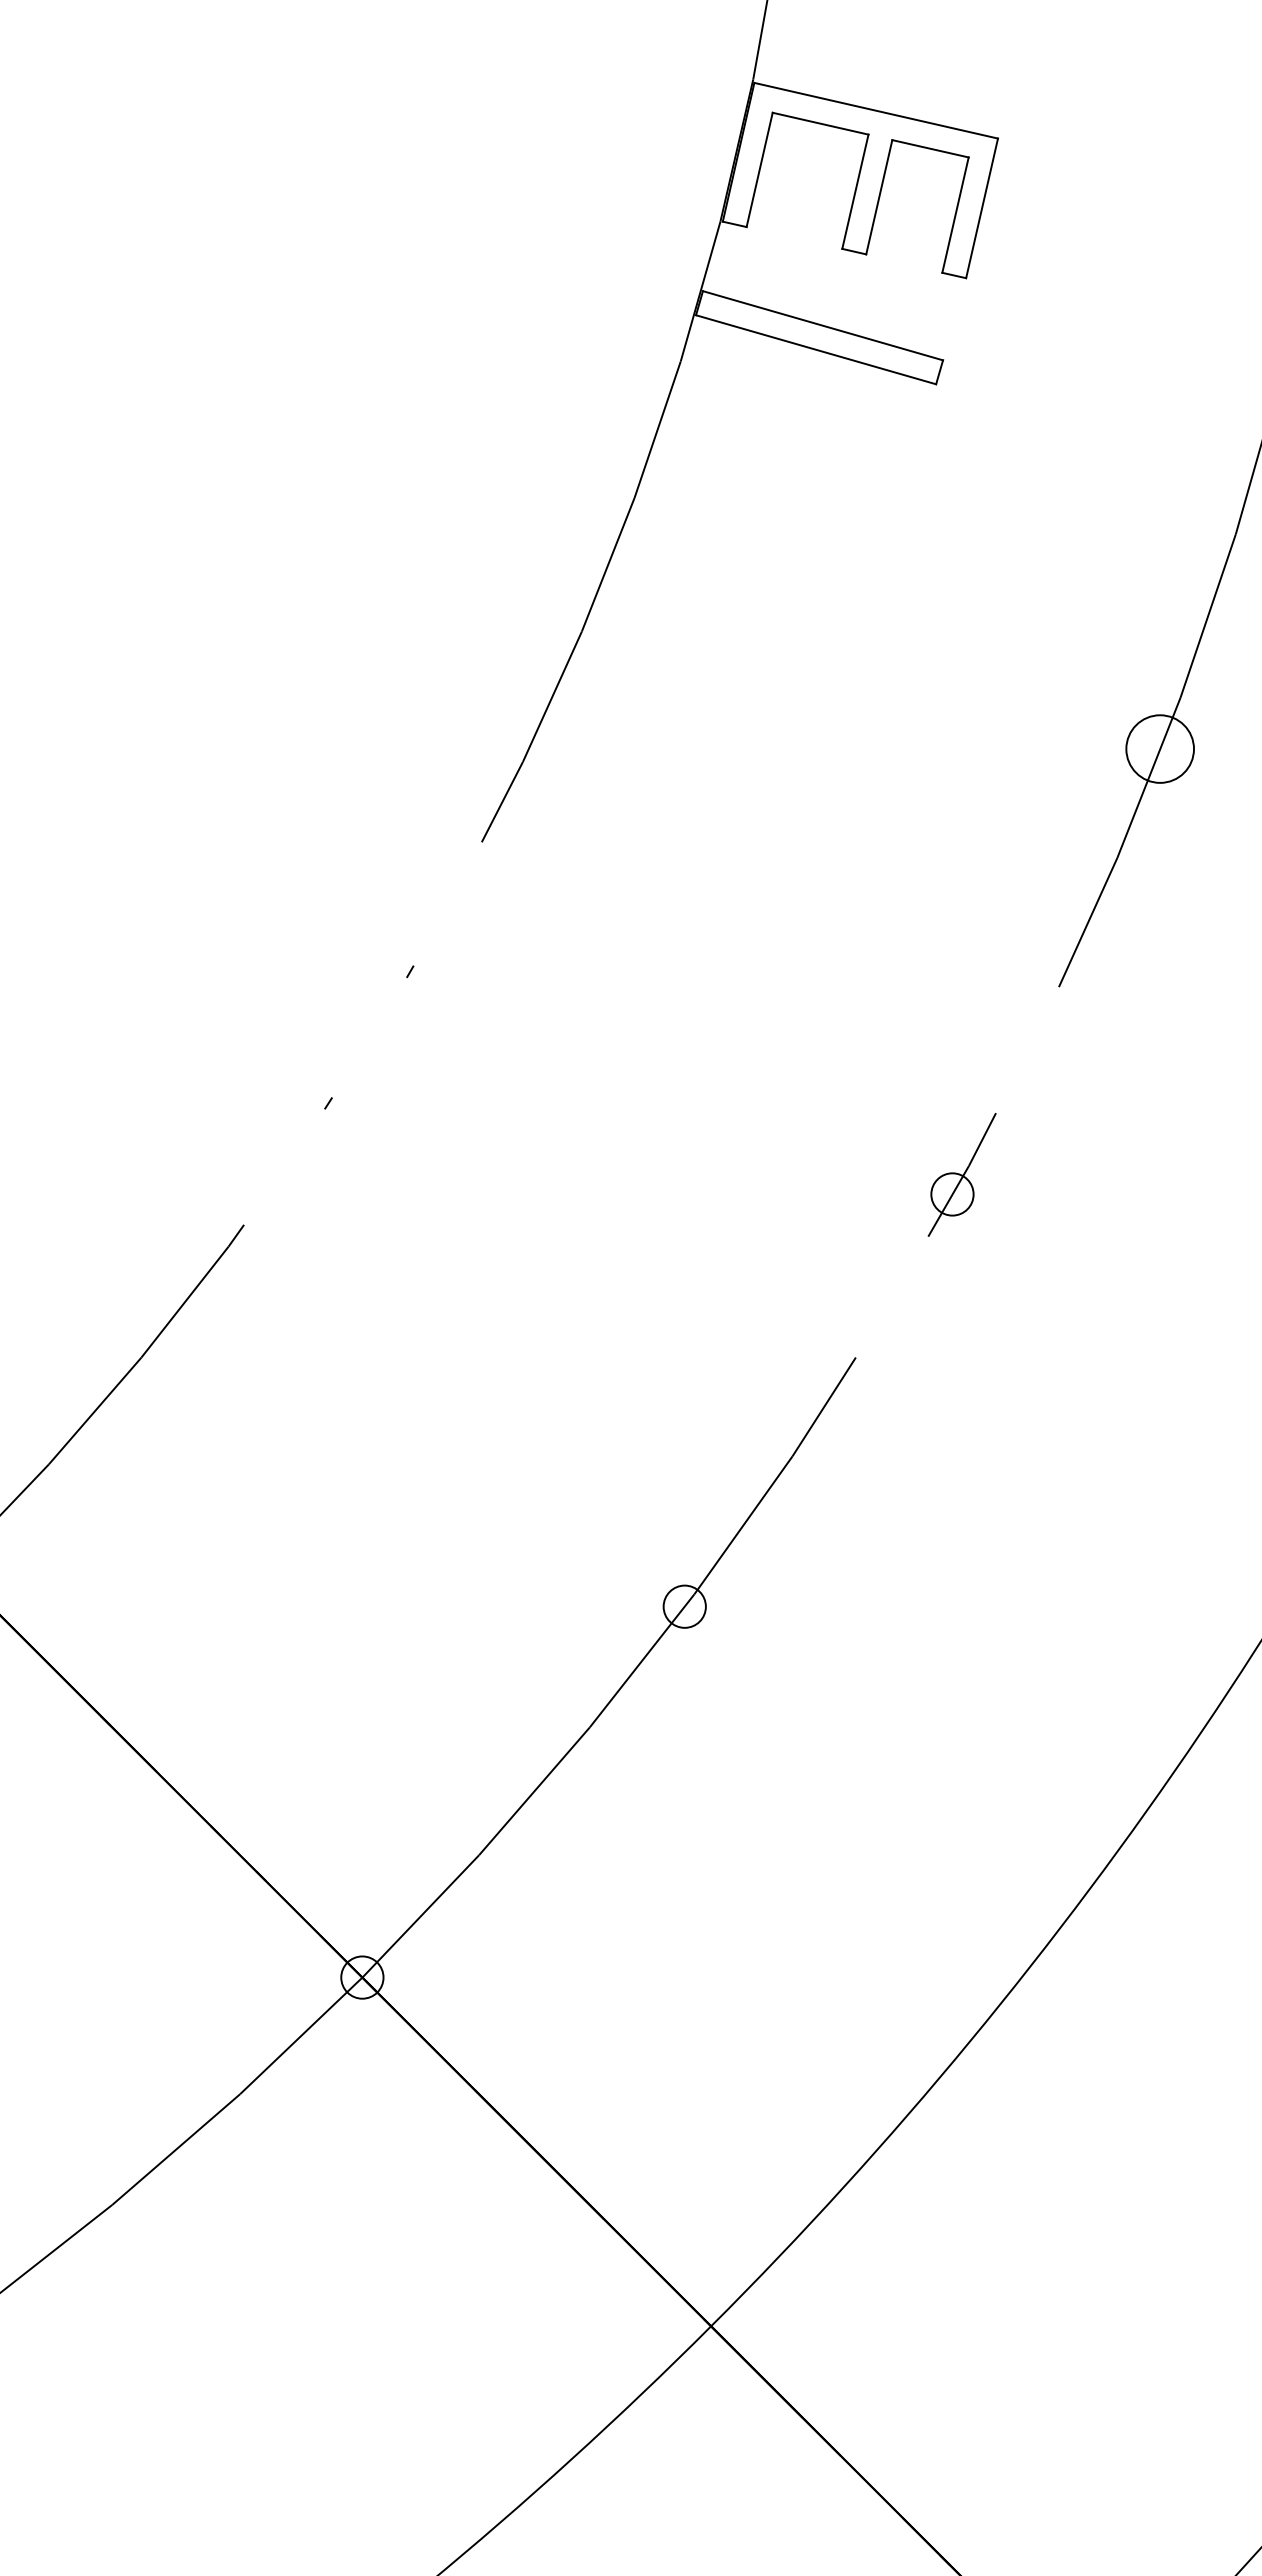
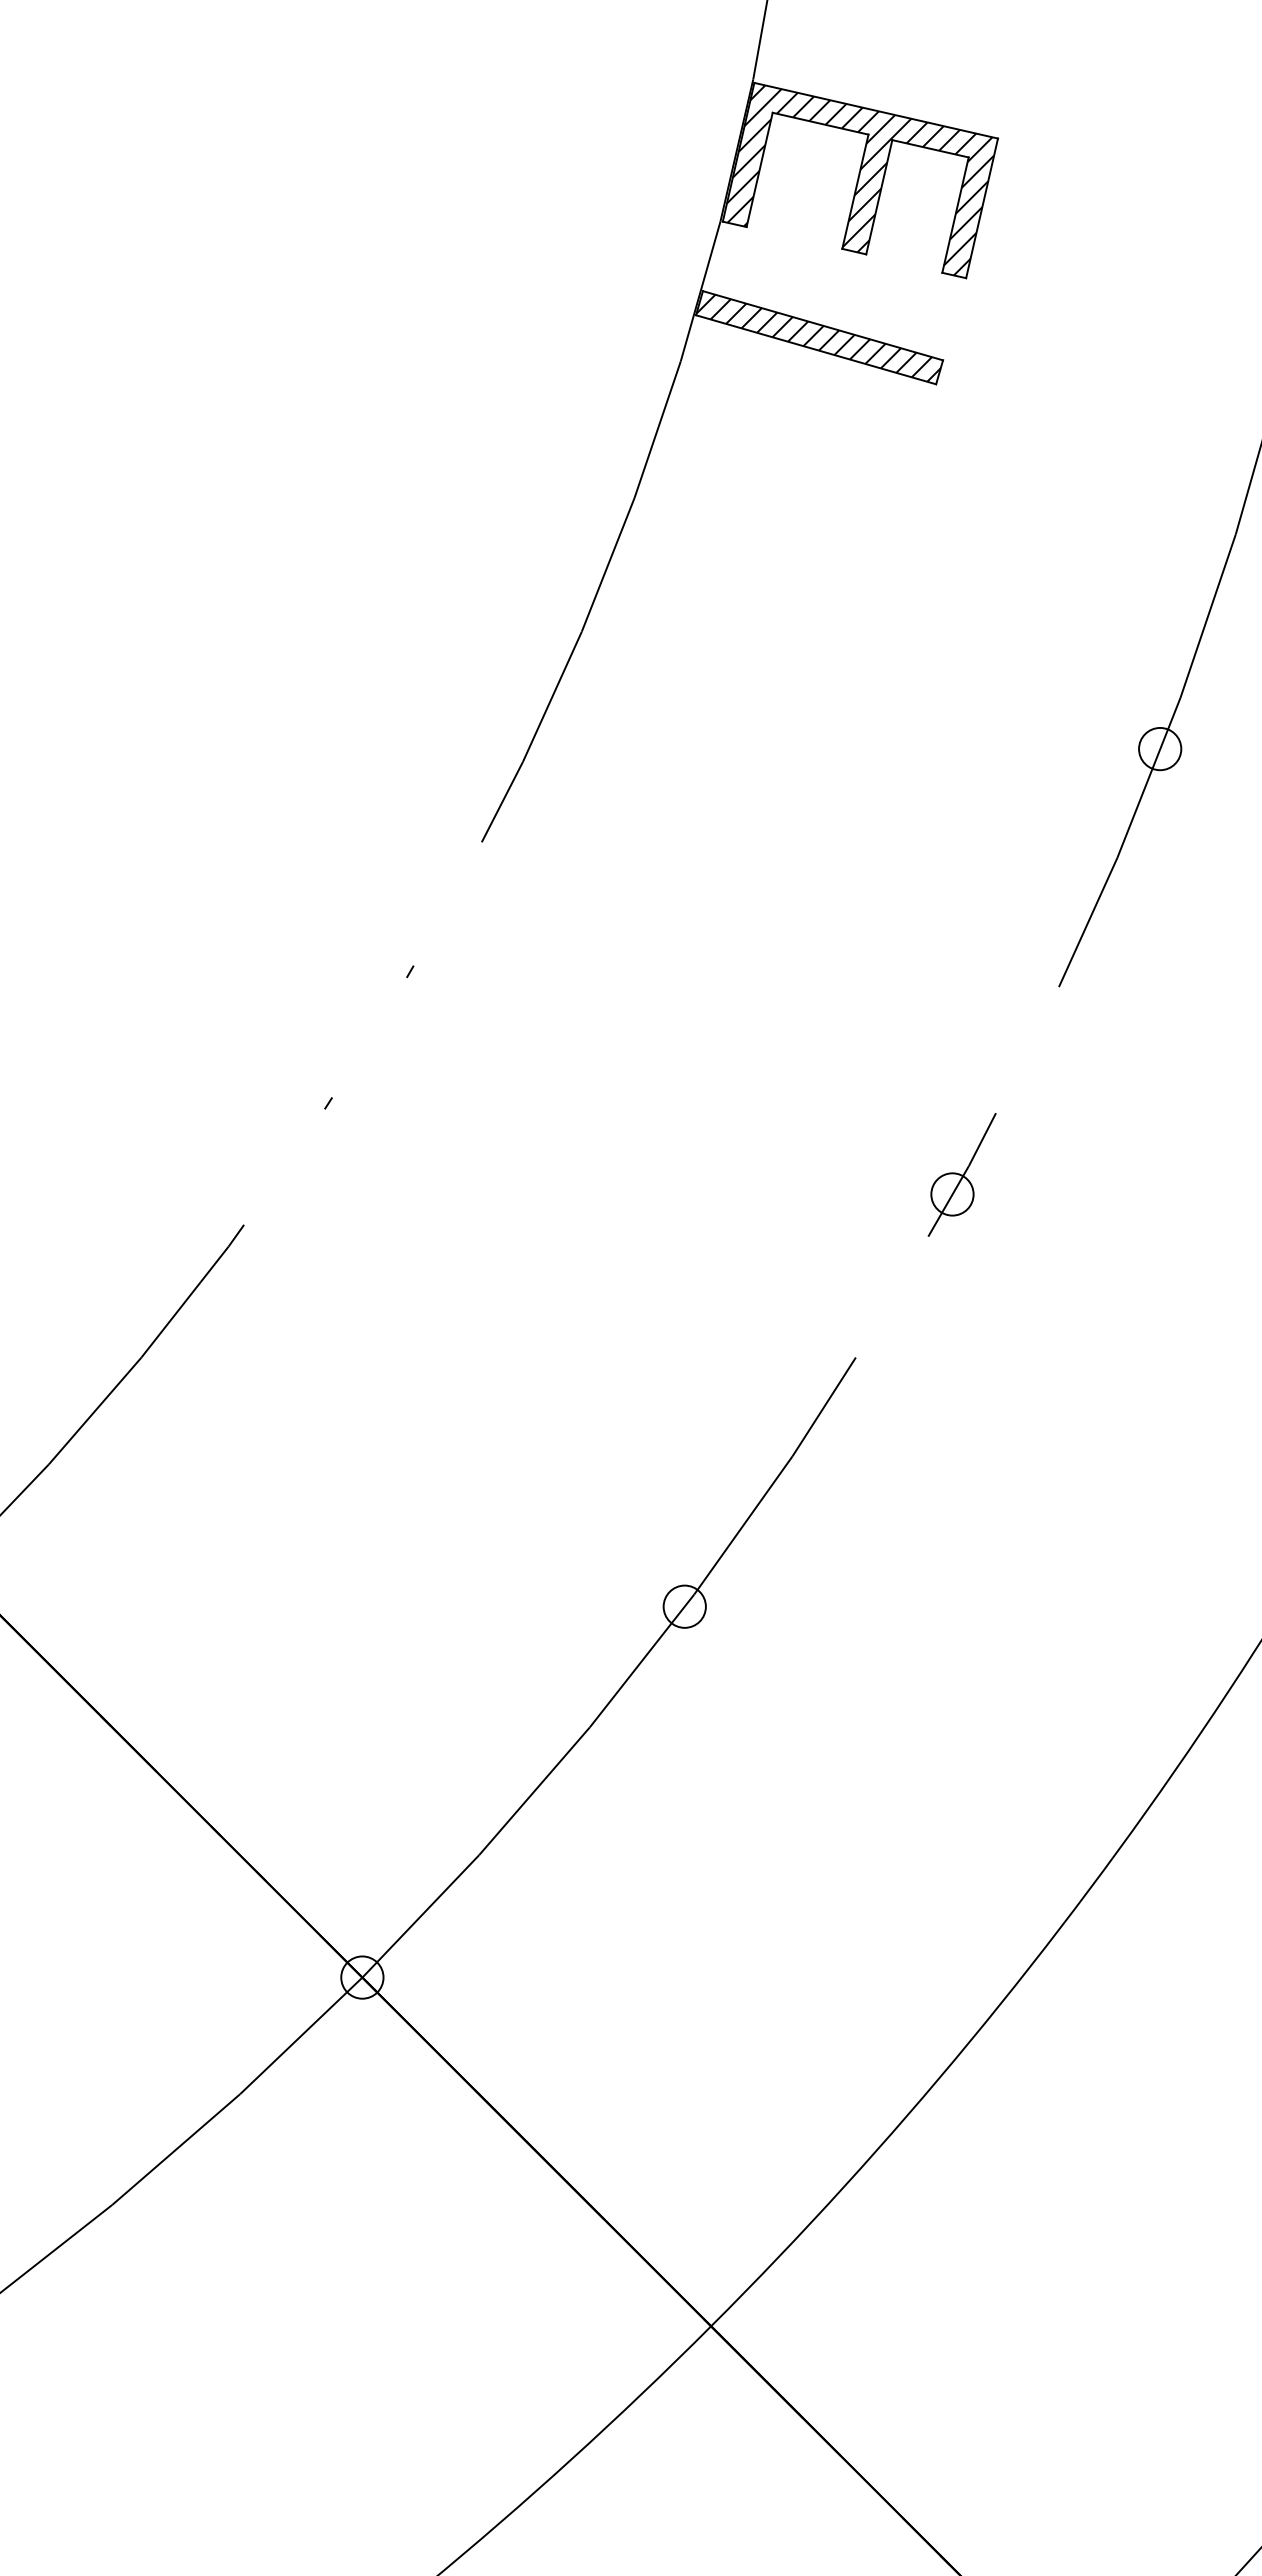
hatch at (860, 180): none -> present
hatch at (818, 337): none -> present
circle at (1159, 748) diameter: 68 px -> 42 px
